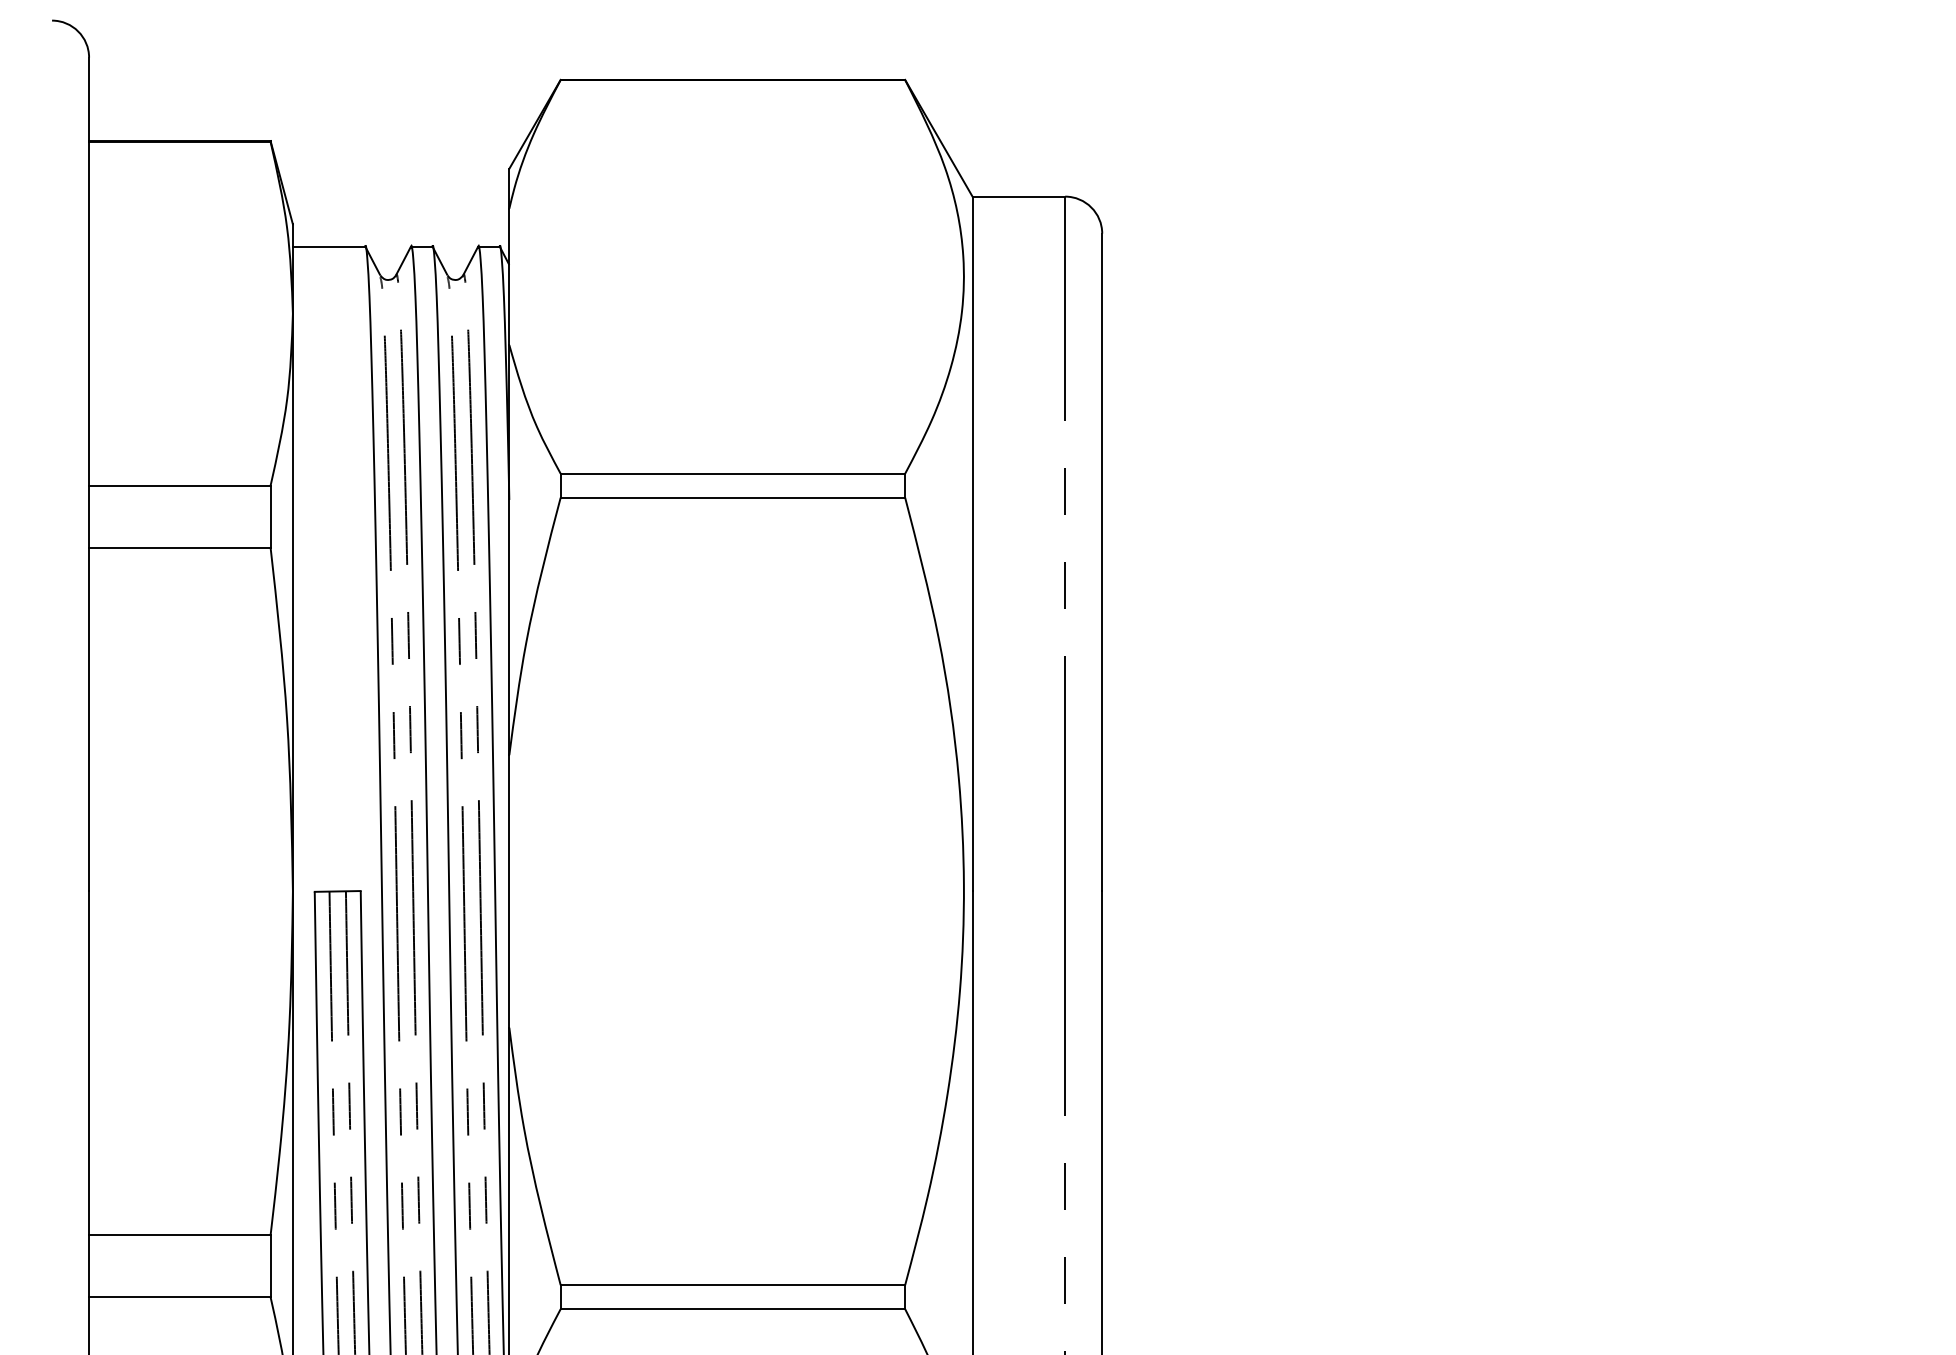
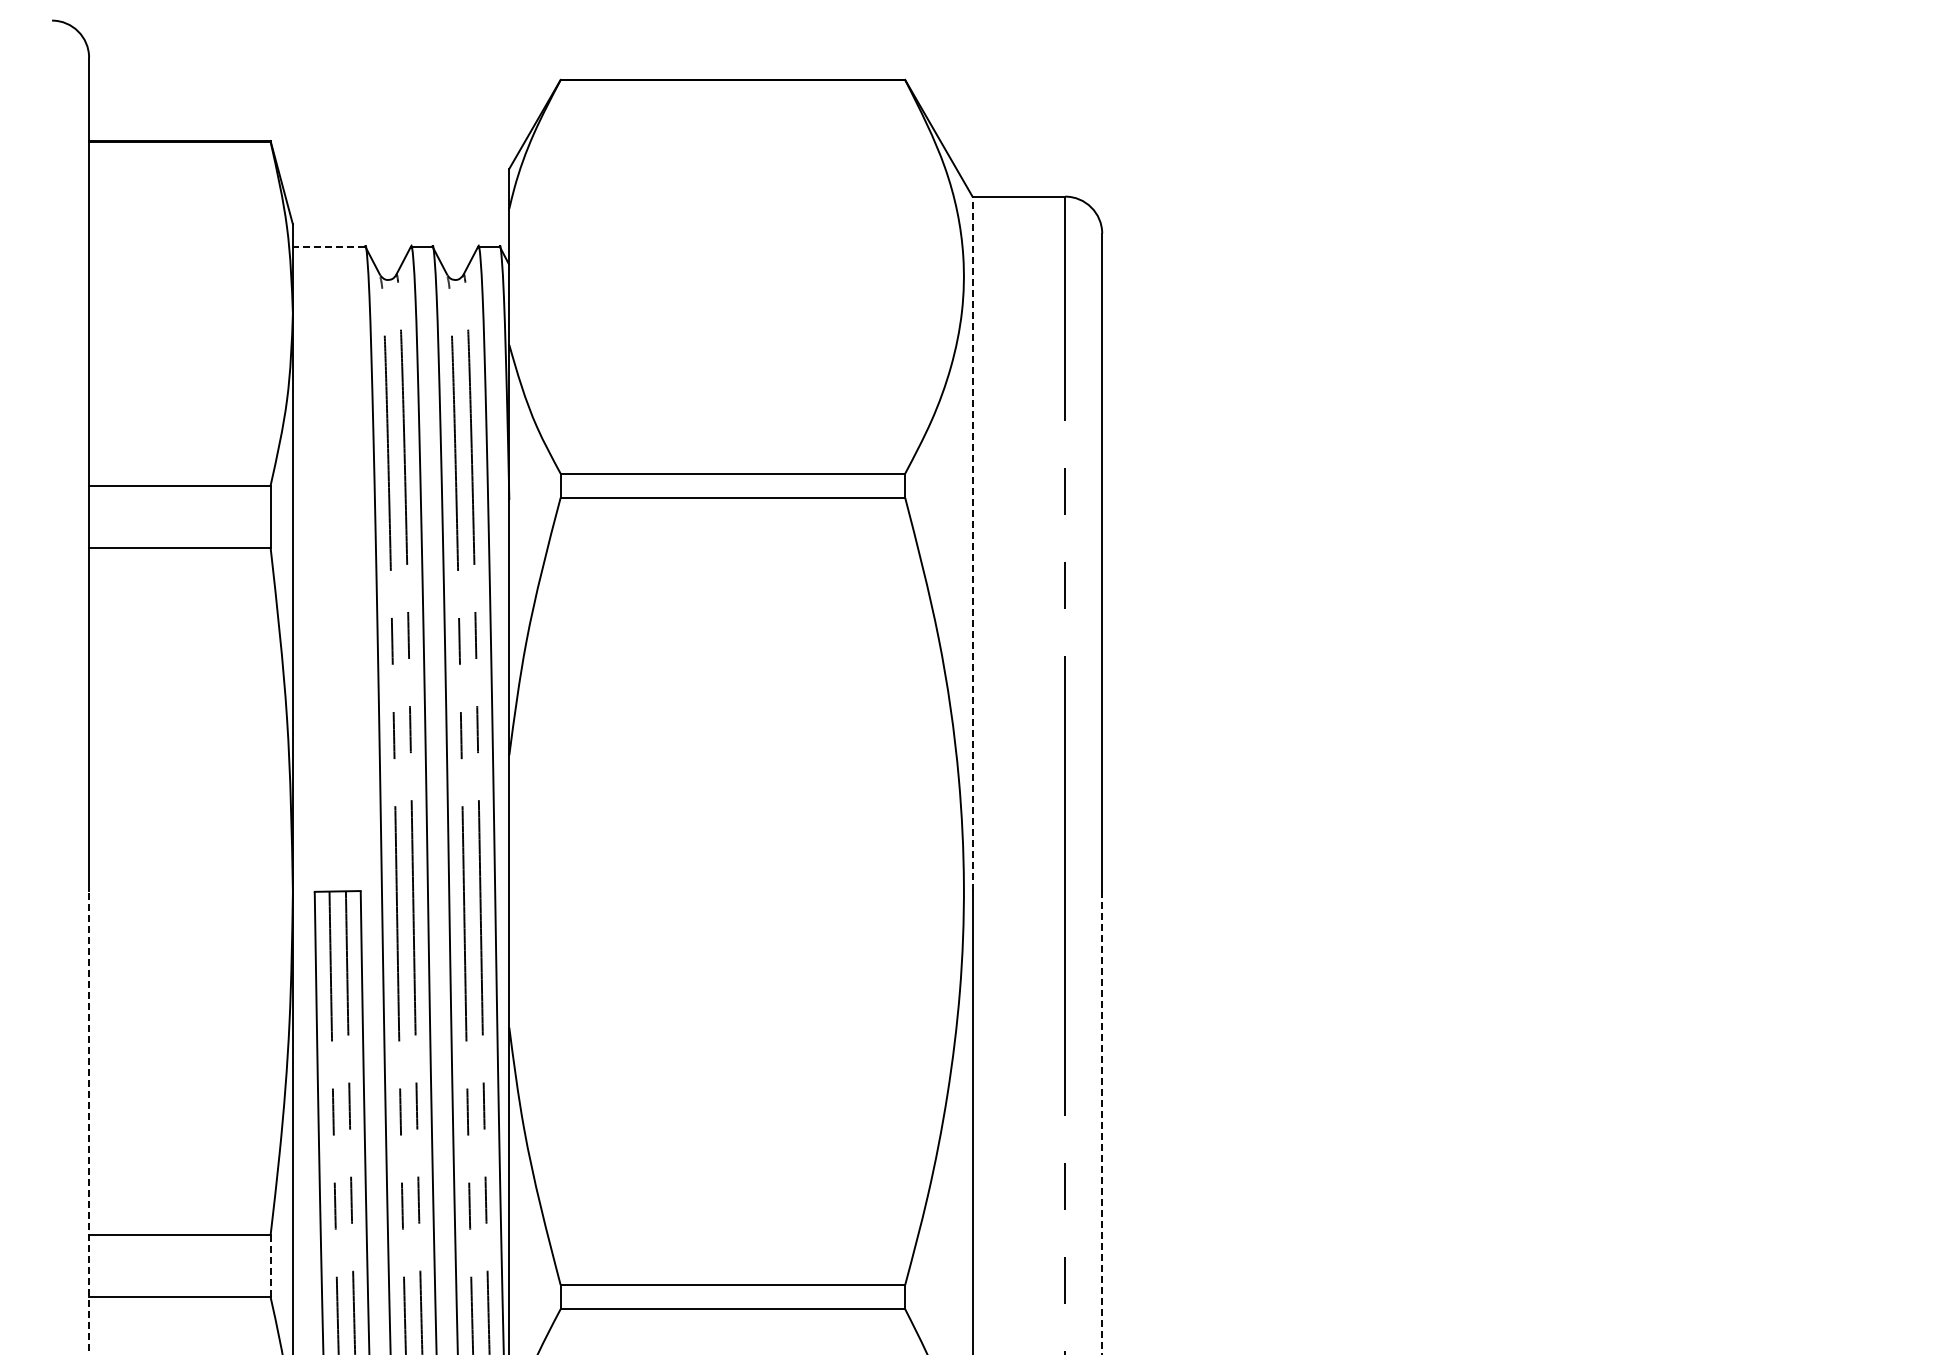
line at (328, 246): solid -> dashed
line at (972, 543): solid -> dashed
line at (89, 1122): solid -> dashed
line at (1102, 1123): solid -> dashed
line at (270, 1266): solid -> dashed
